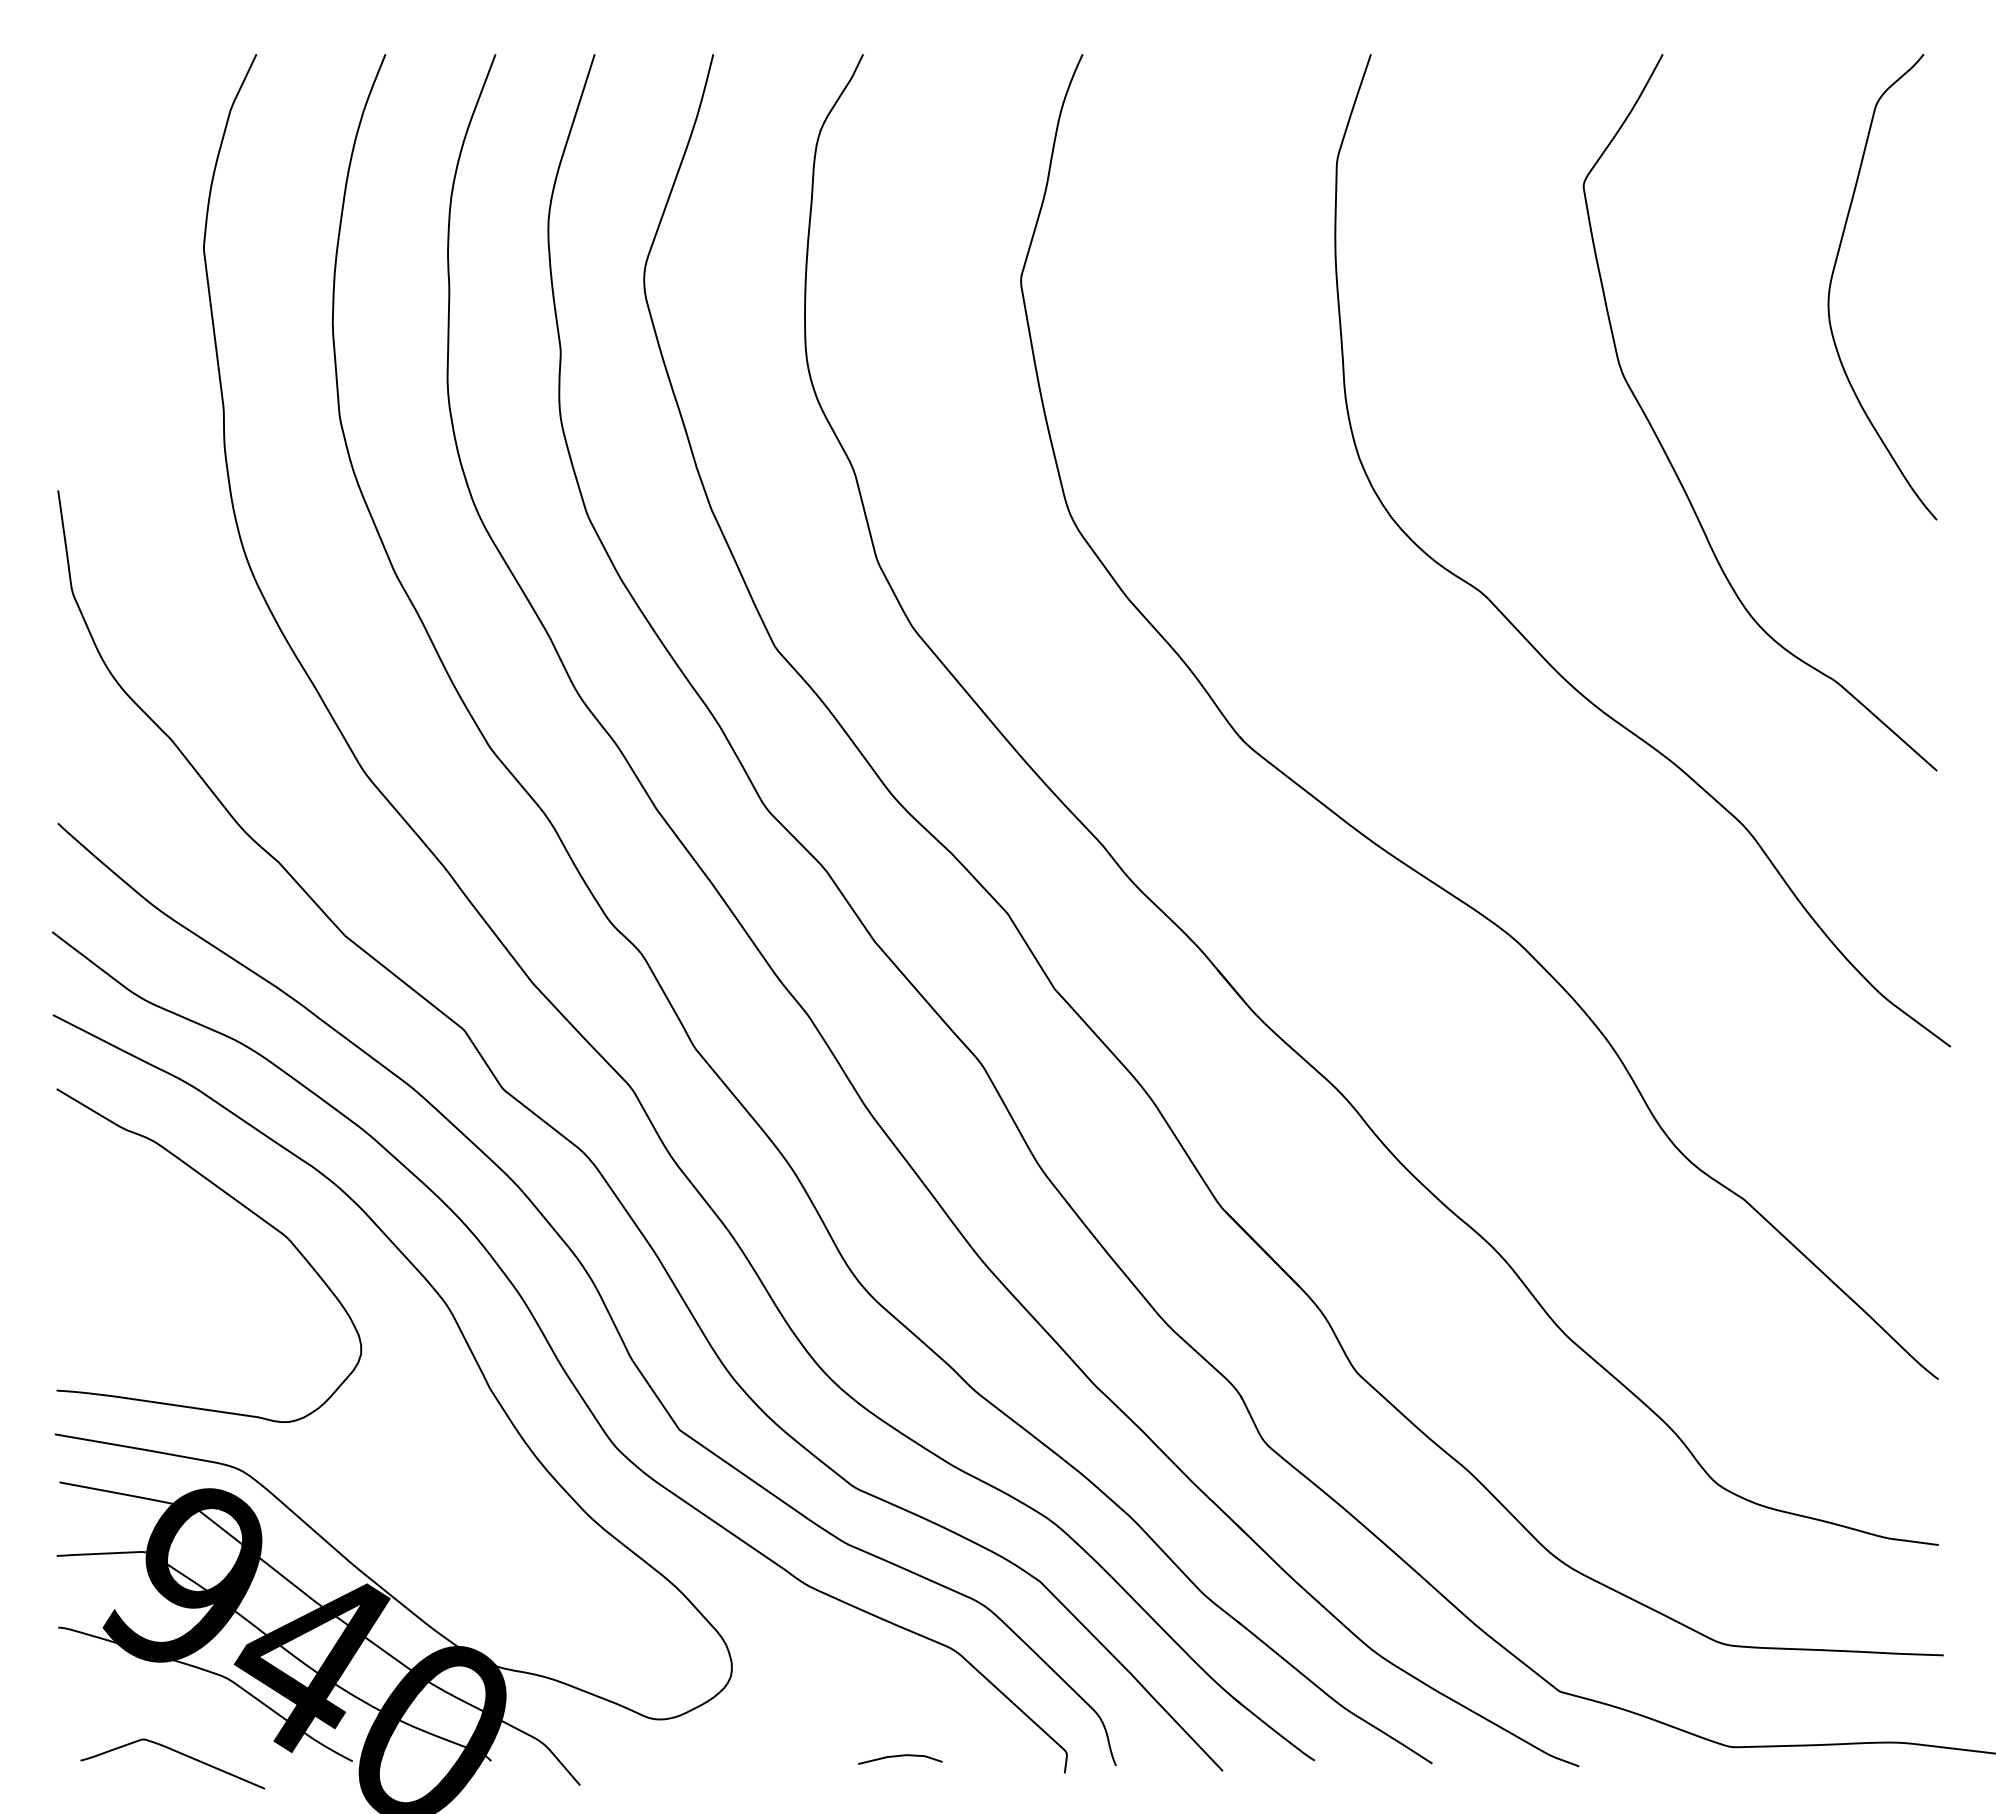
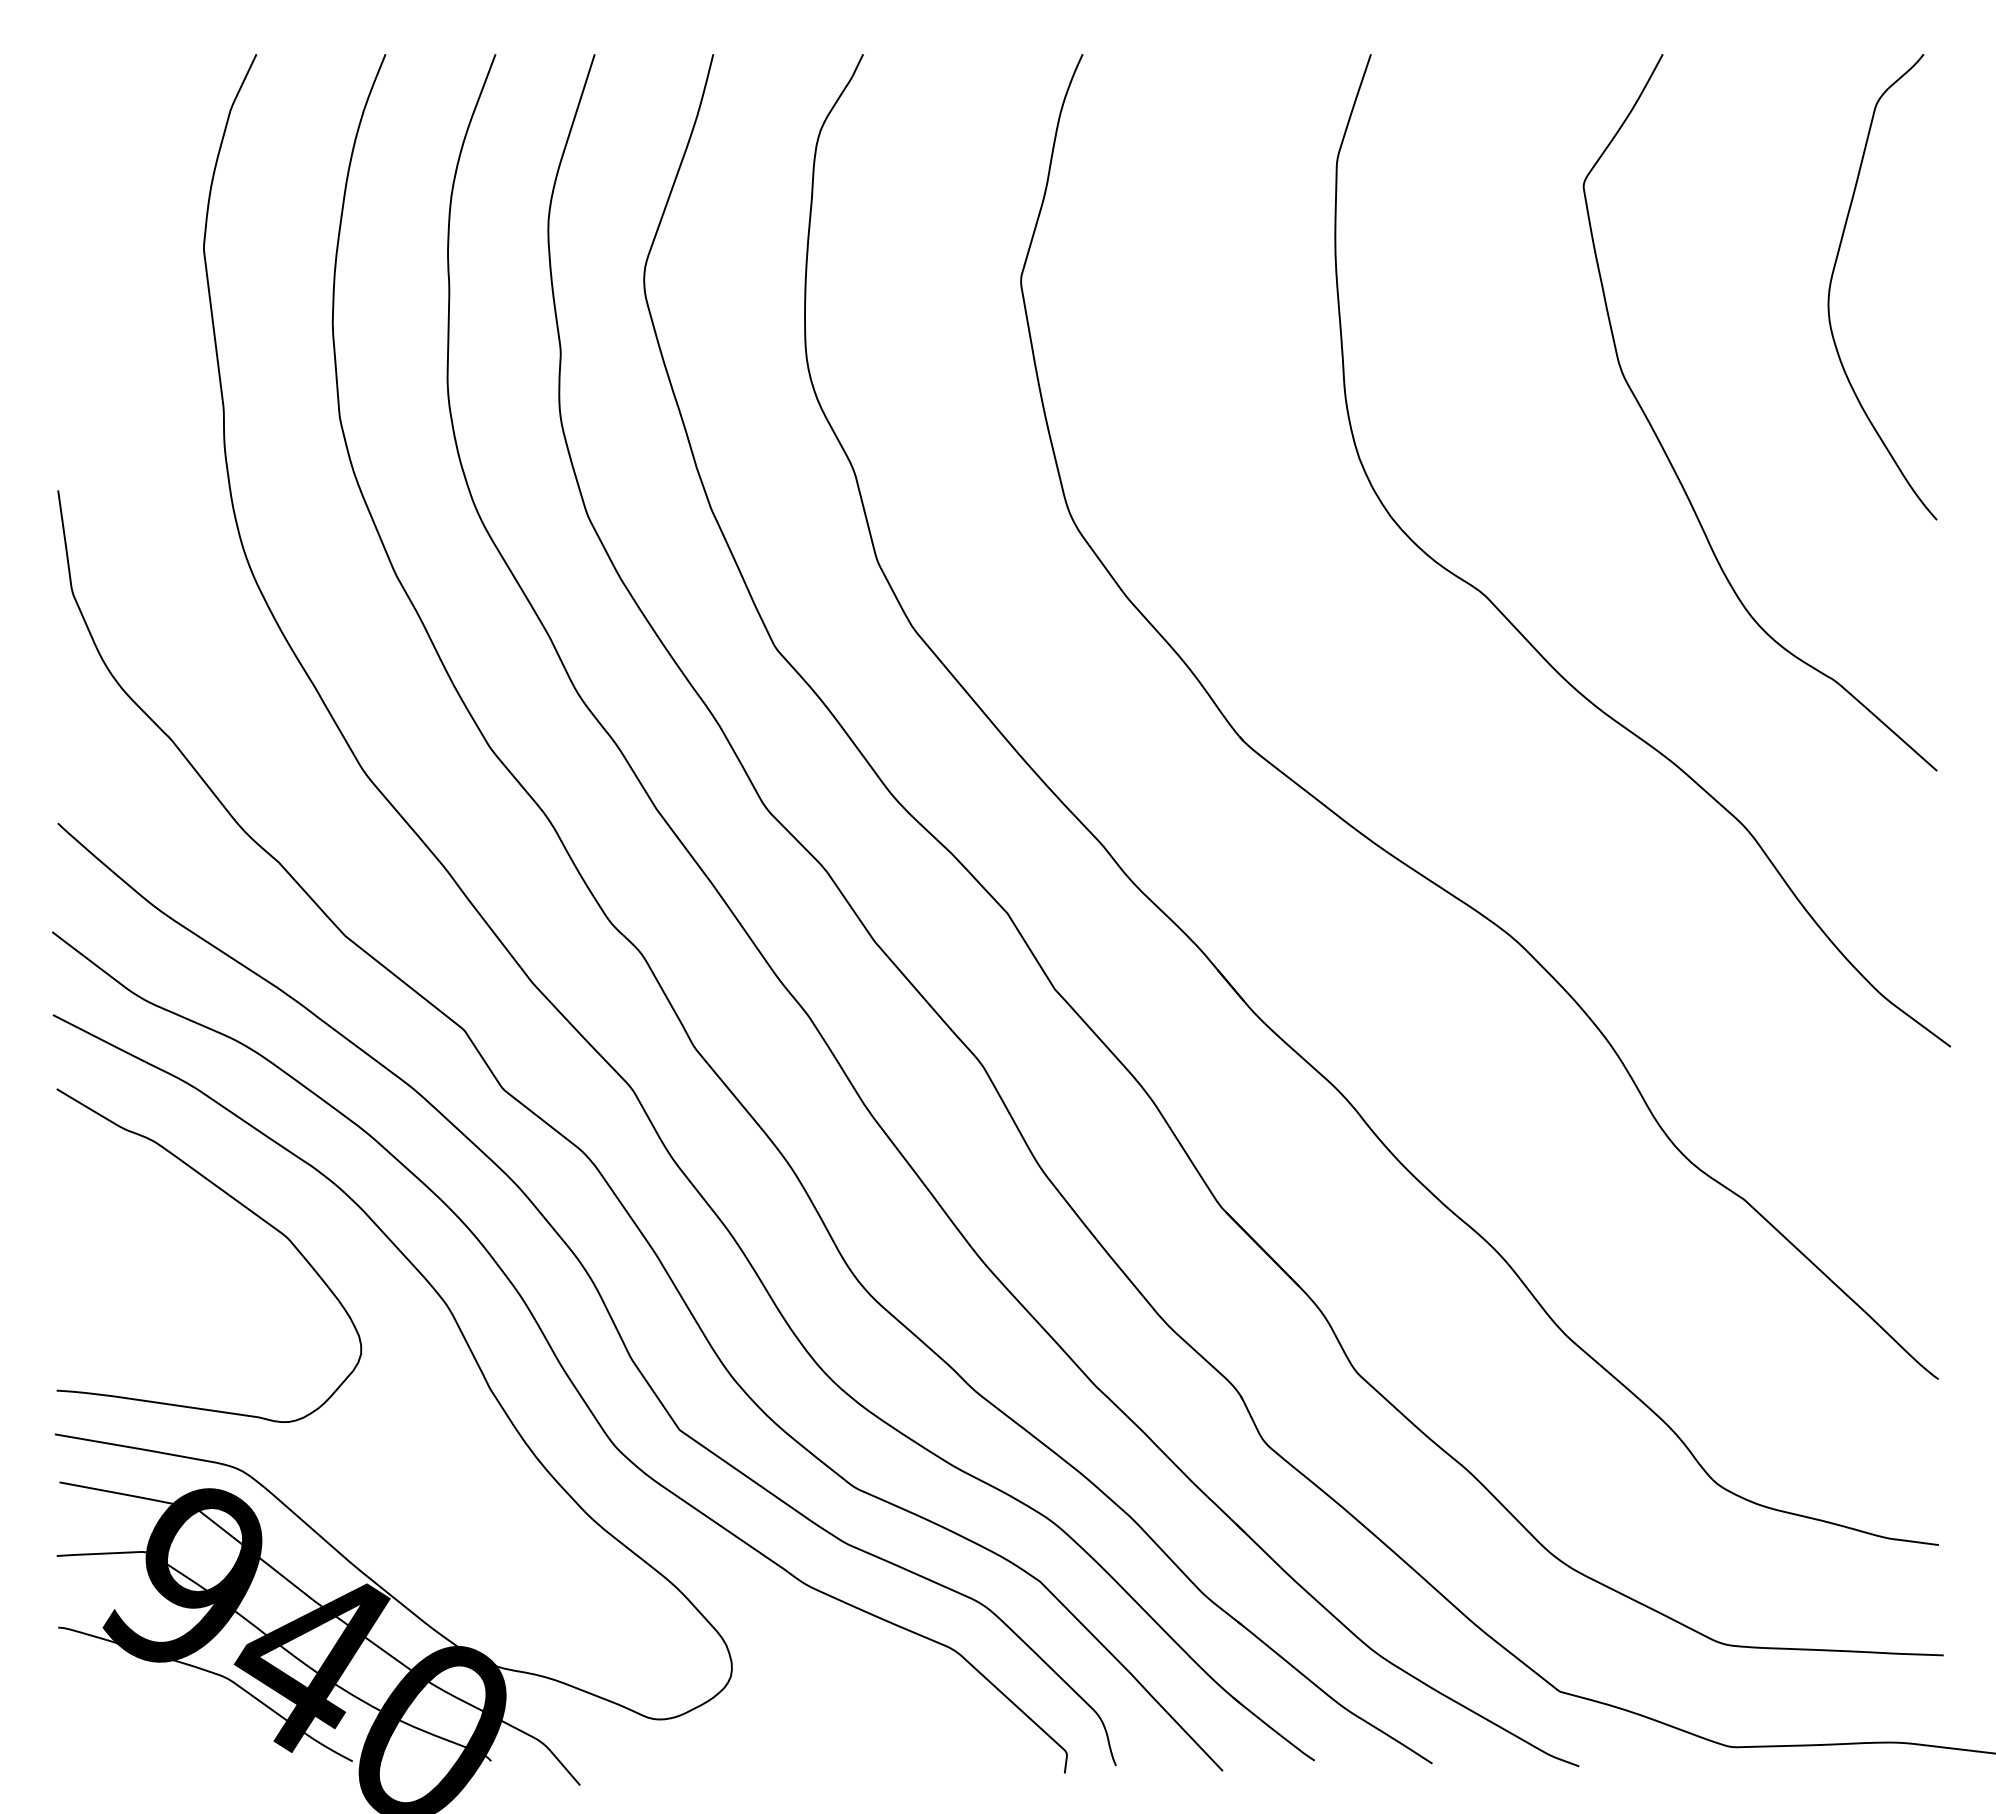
curve at (178, 1753): present -> none
line at (900, 1756): present -> none
